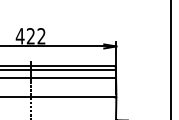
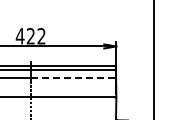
line at (171, 59) position: (171, 59) -> (154, 59)
line at (73, 78): solid -> dashed
